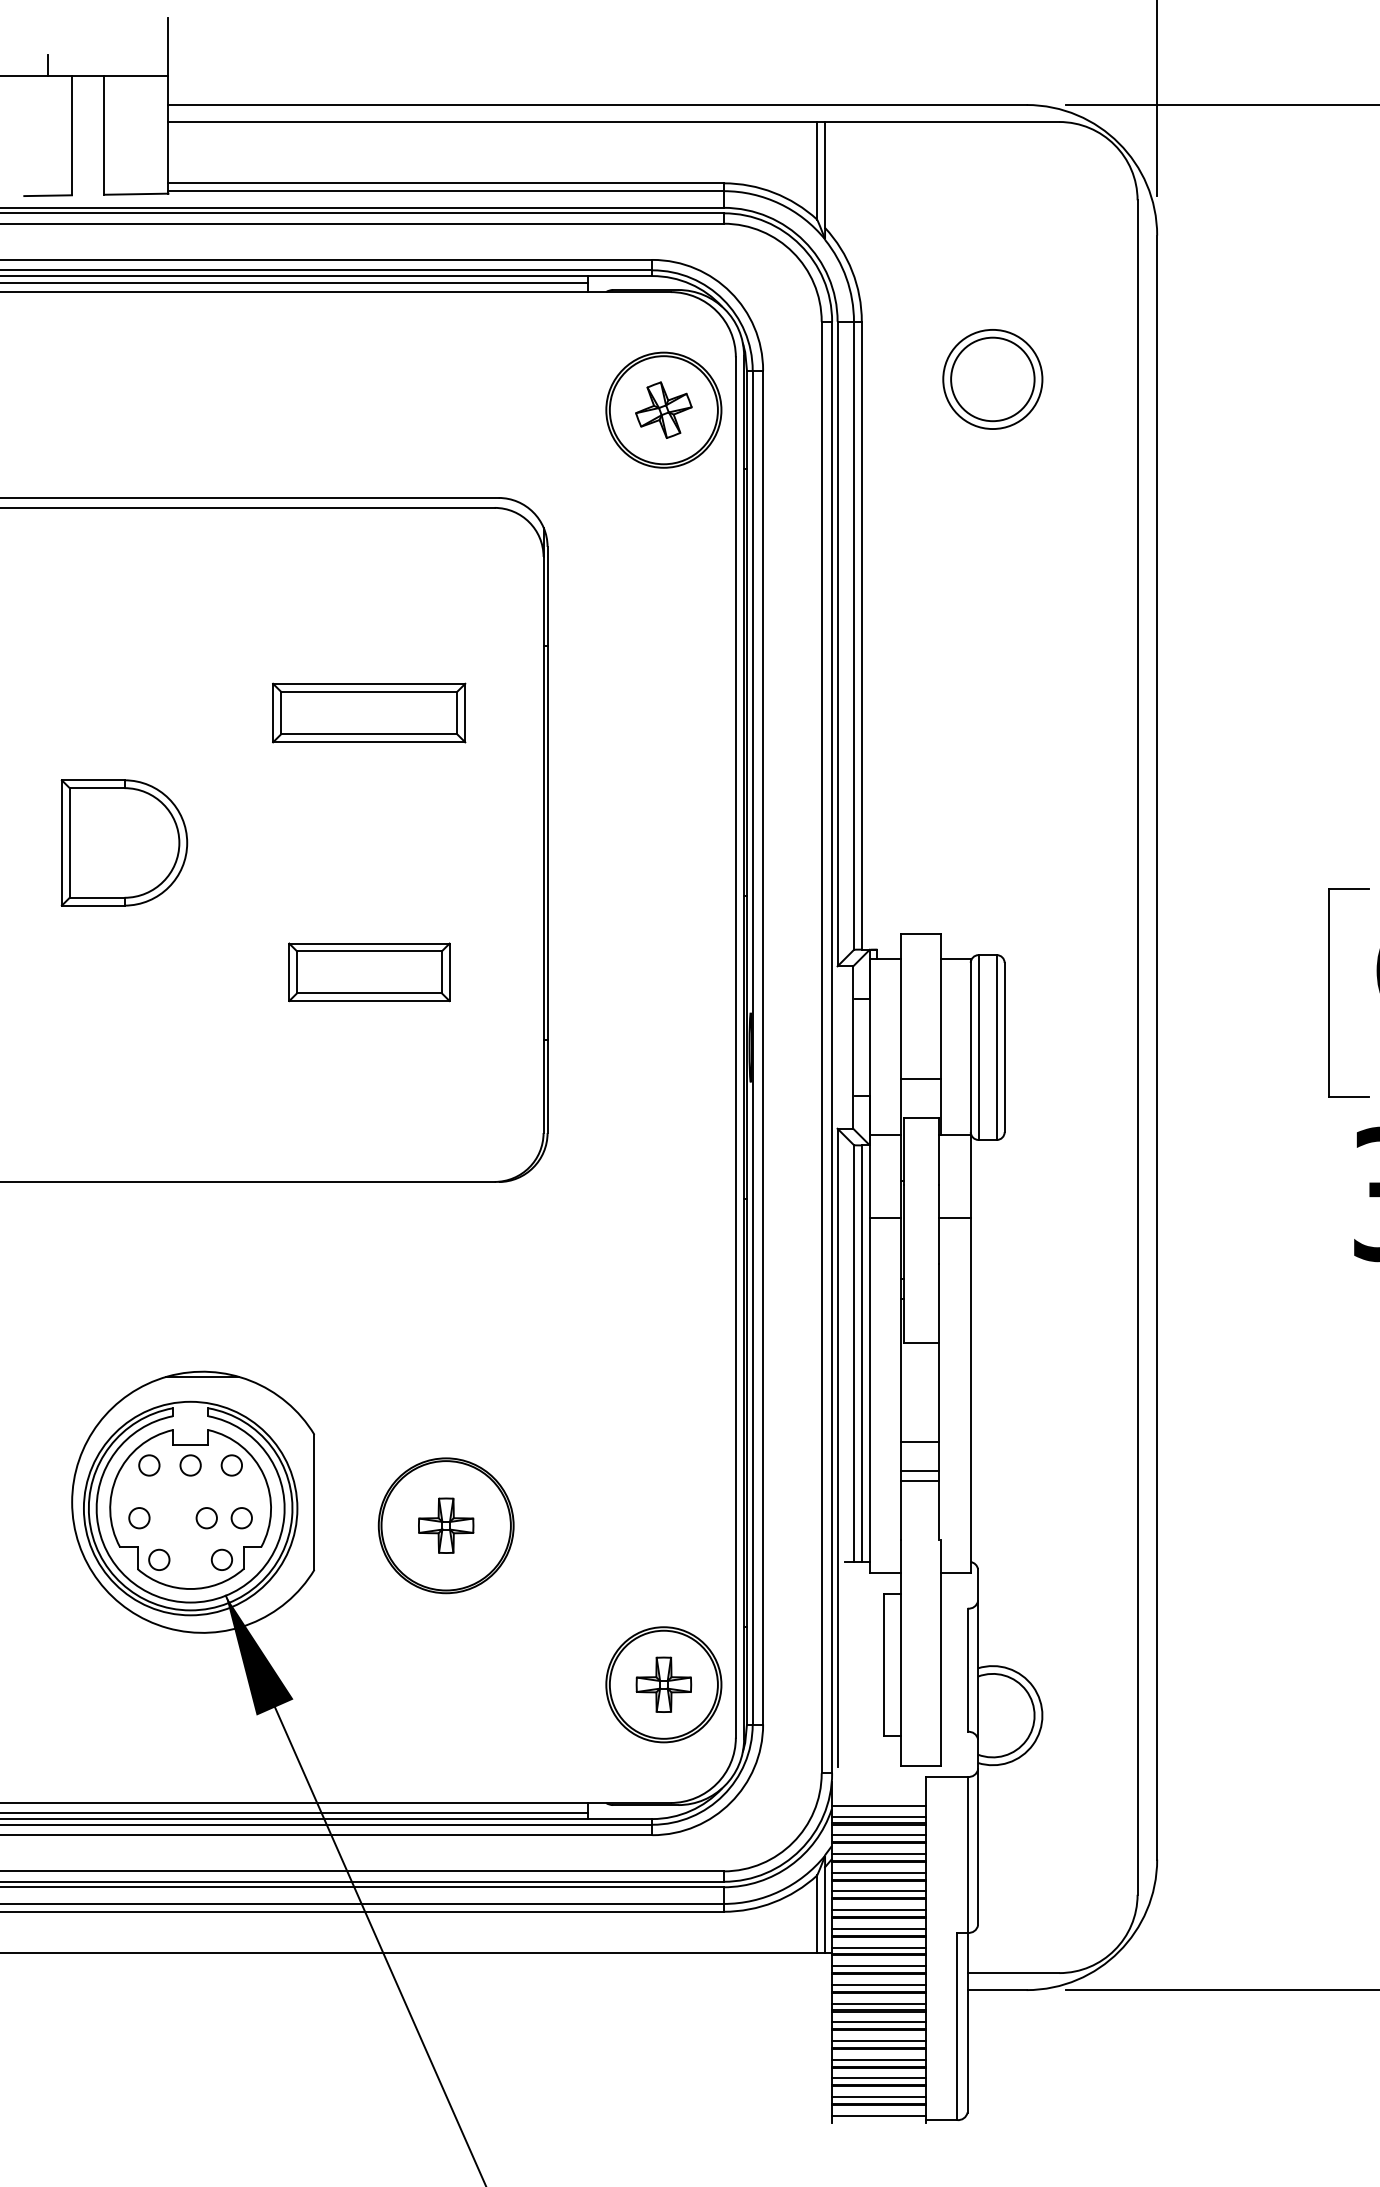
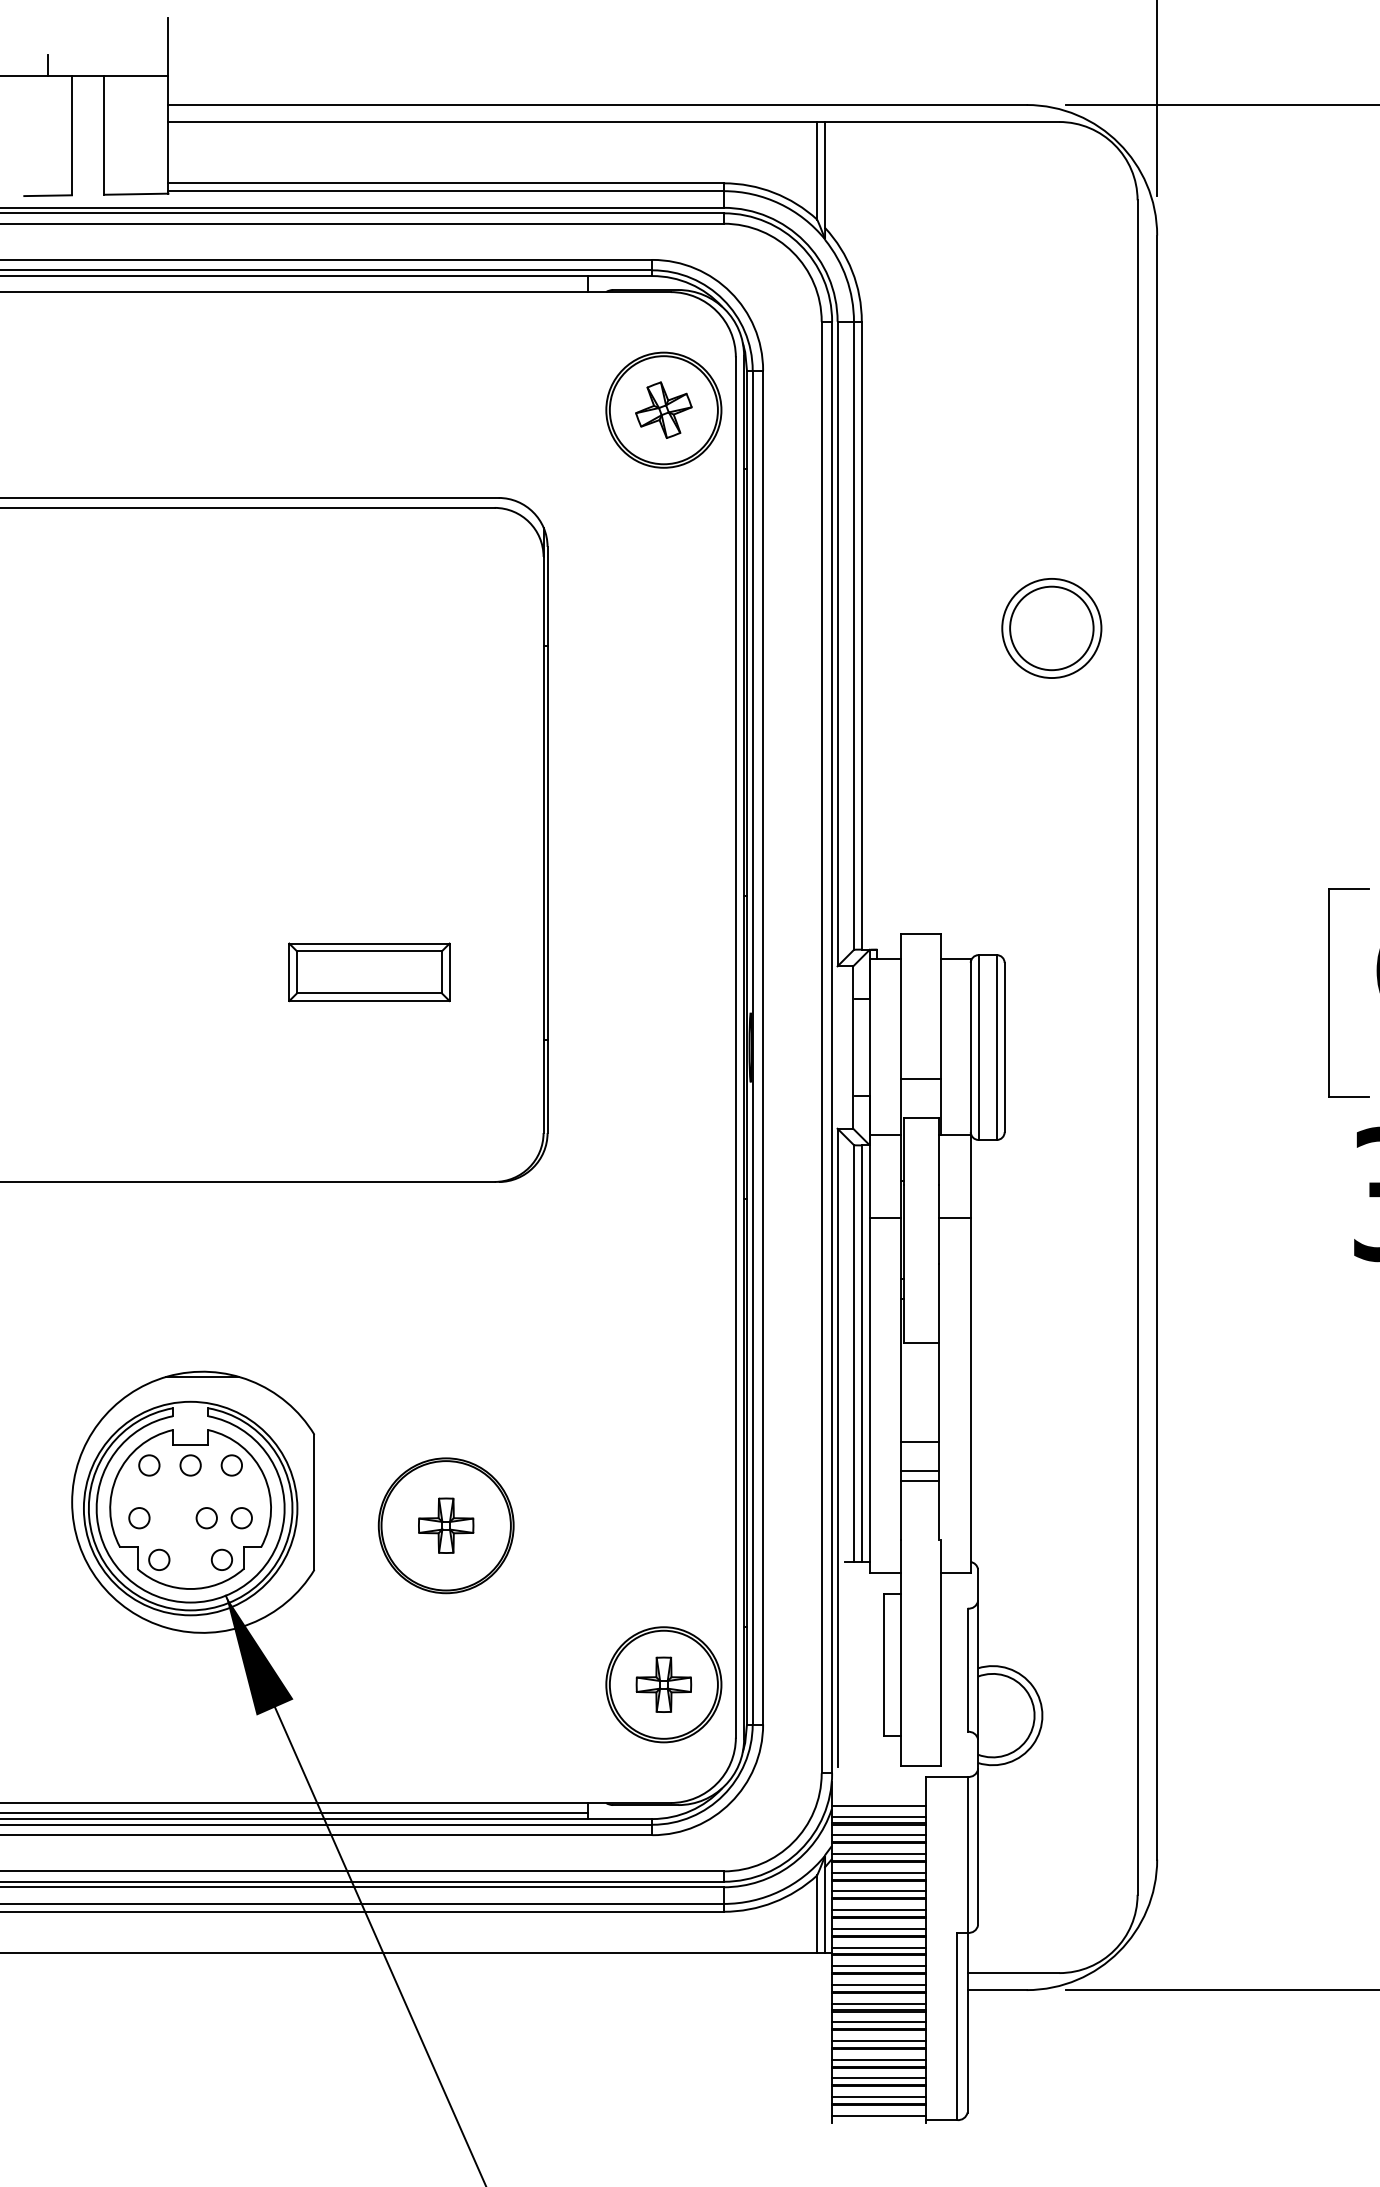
line at (295, 282): present -> none
part at (992, 379) position: (992, 379) -> (1051, 628)
part at (369, 712): present -> none
part at (124, 842): present -> none
